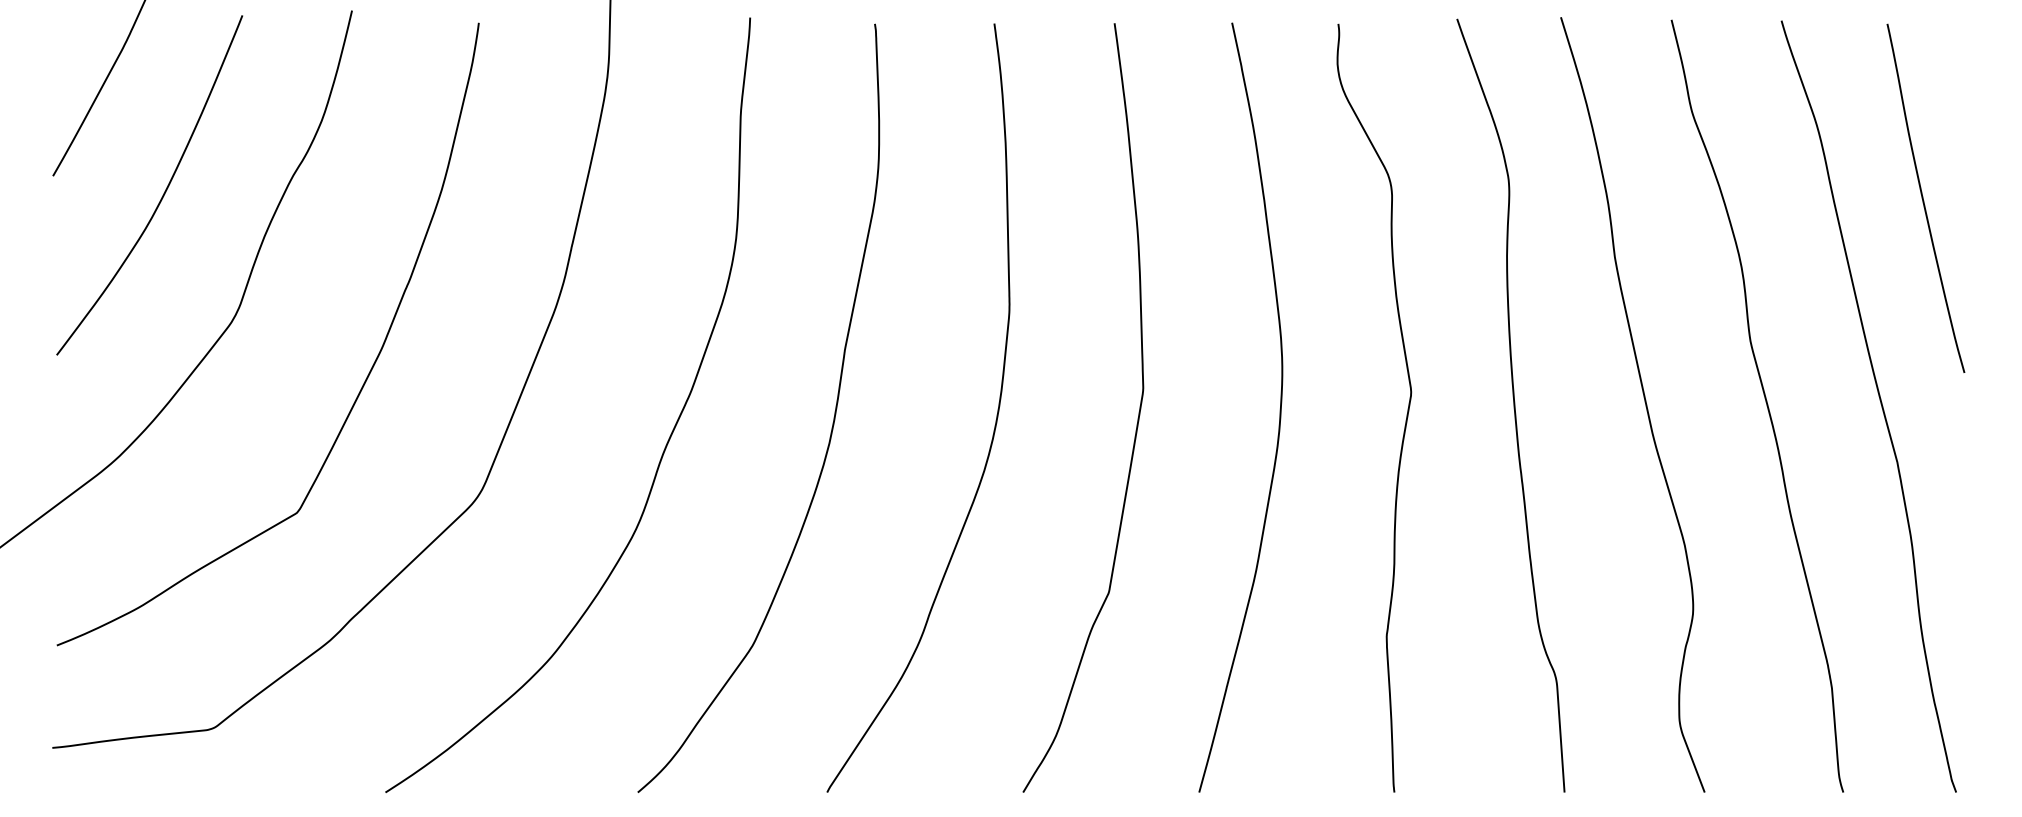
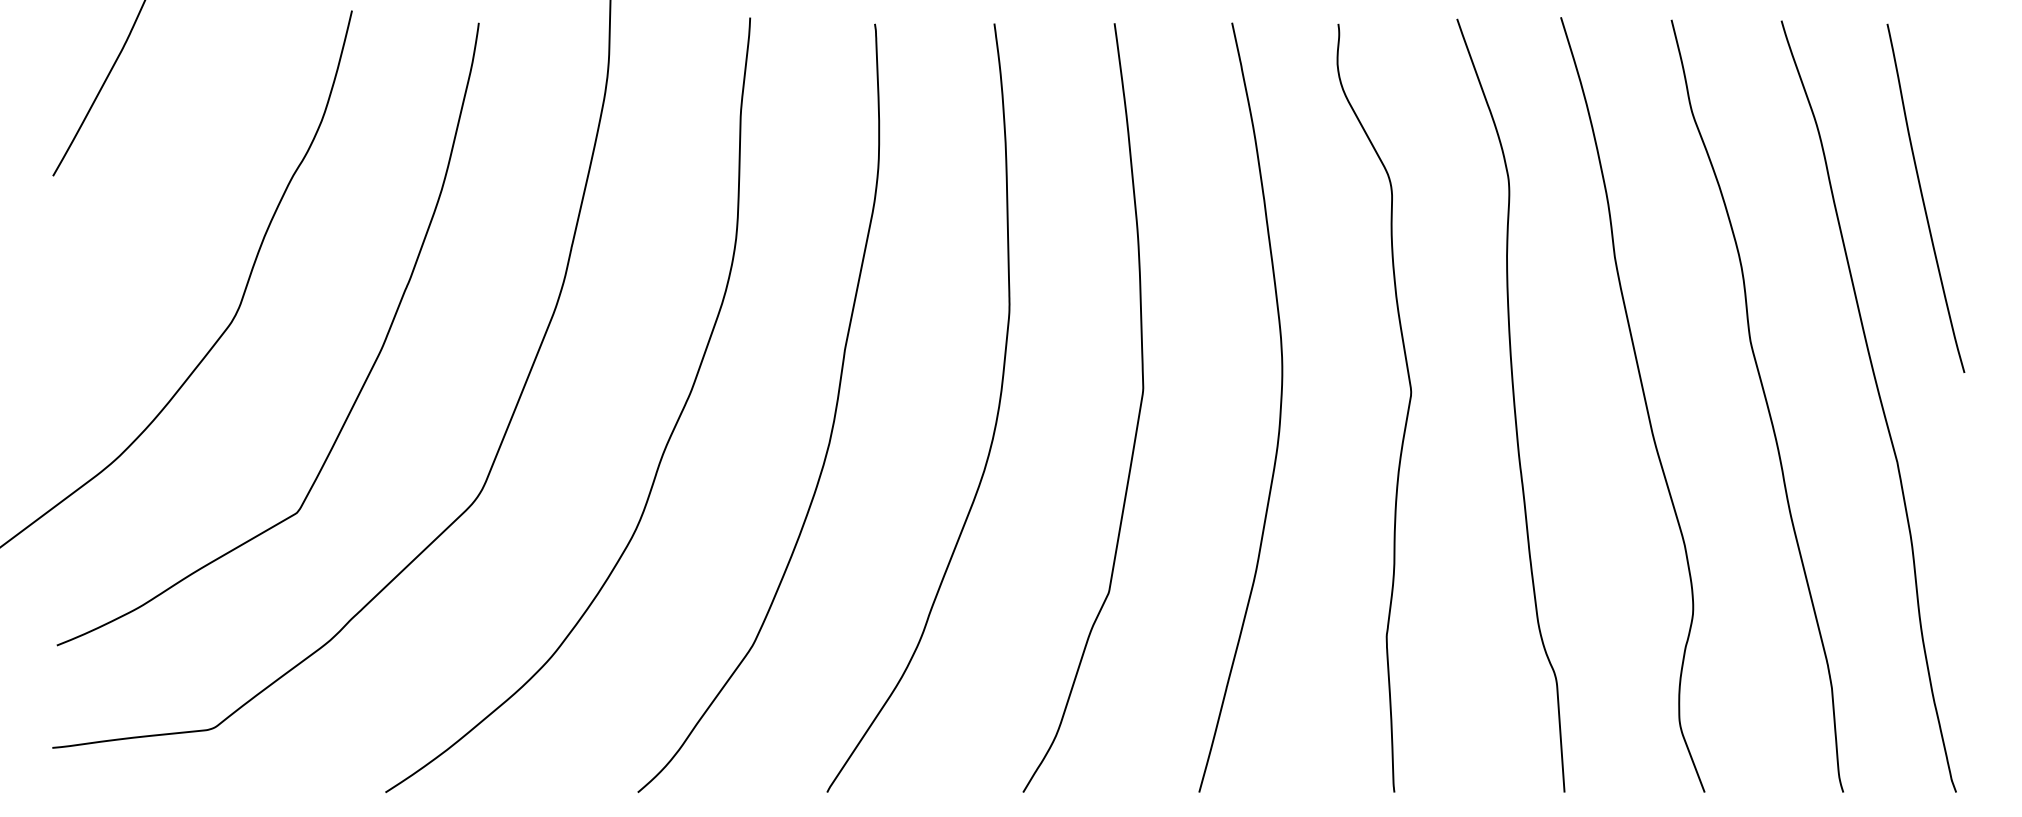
curve at (163, 193): present -> none
